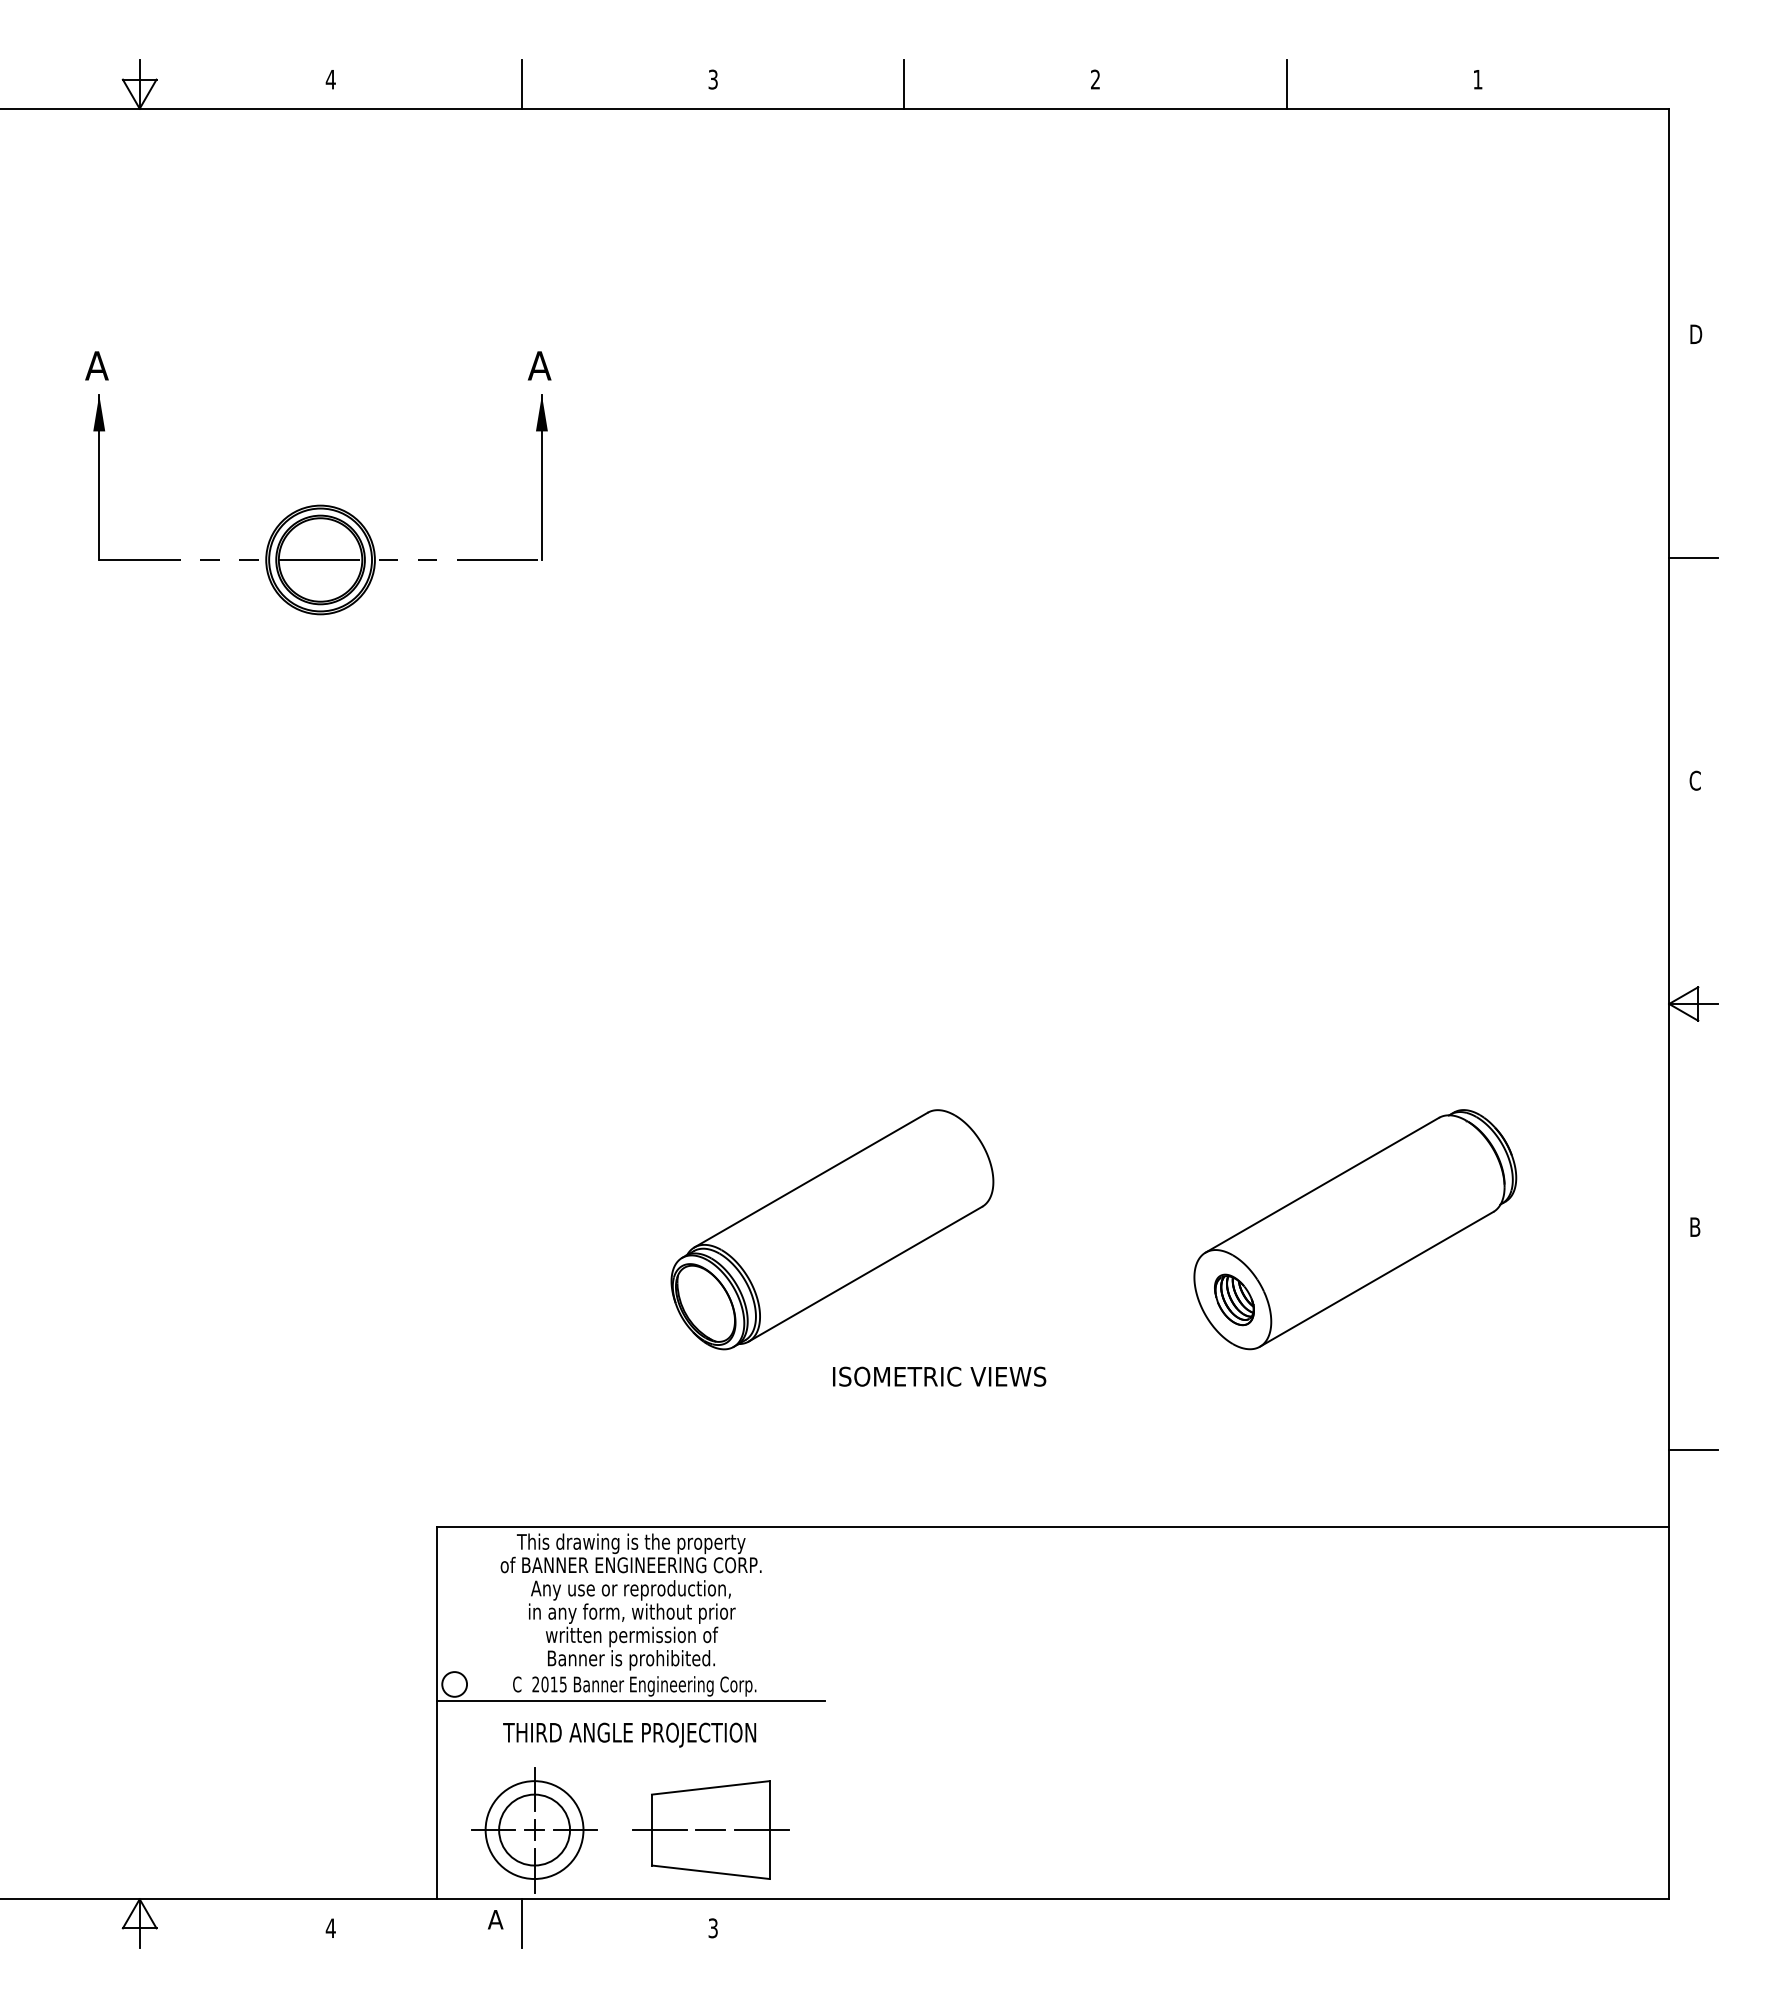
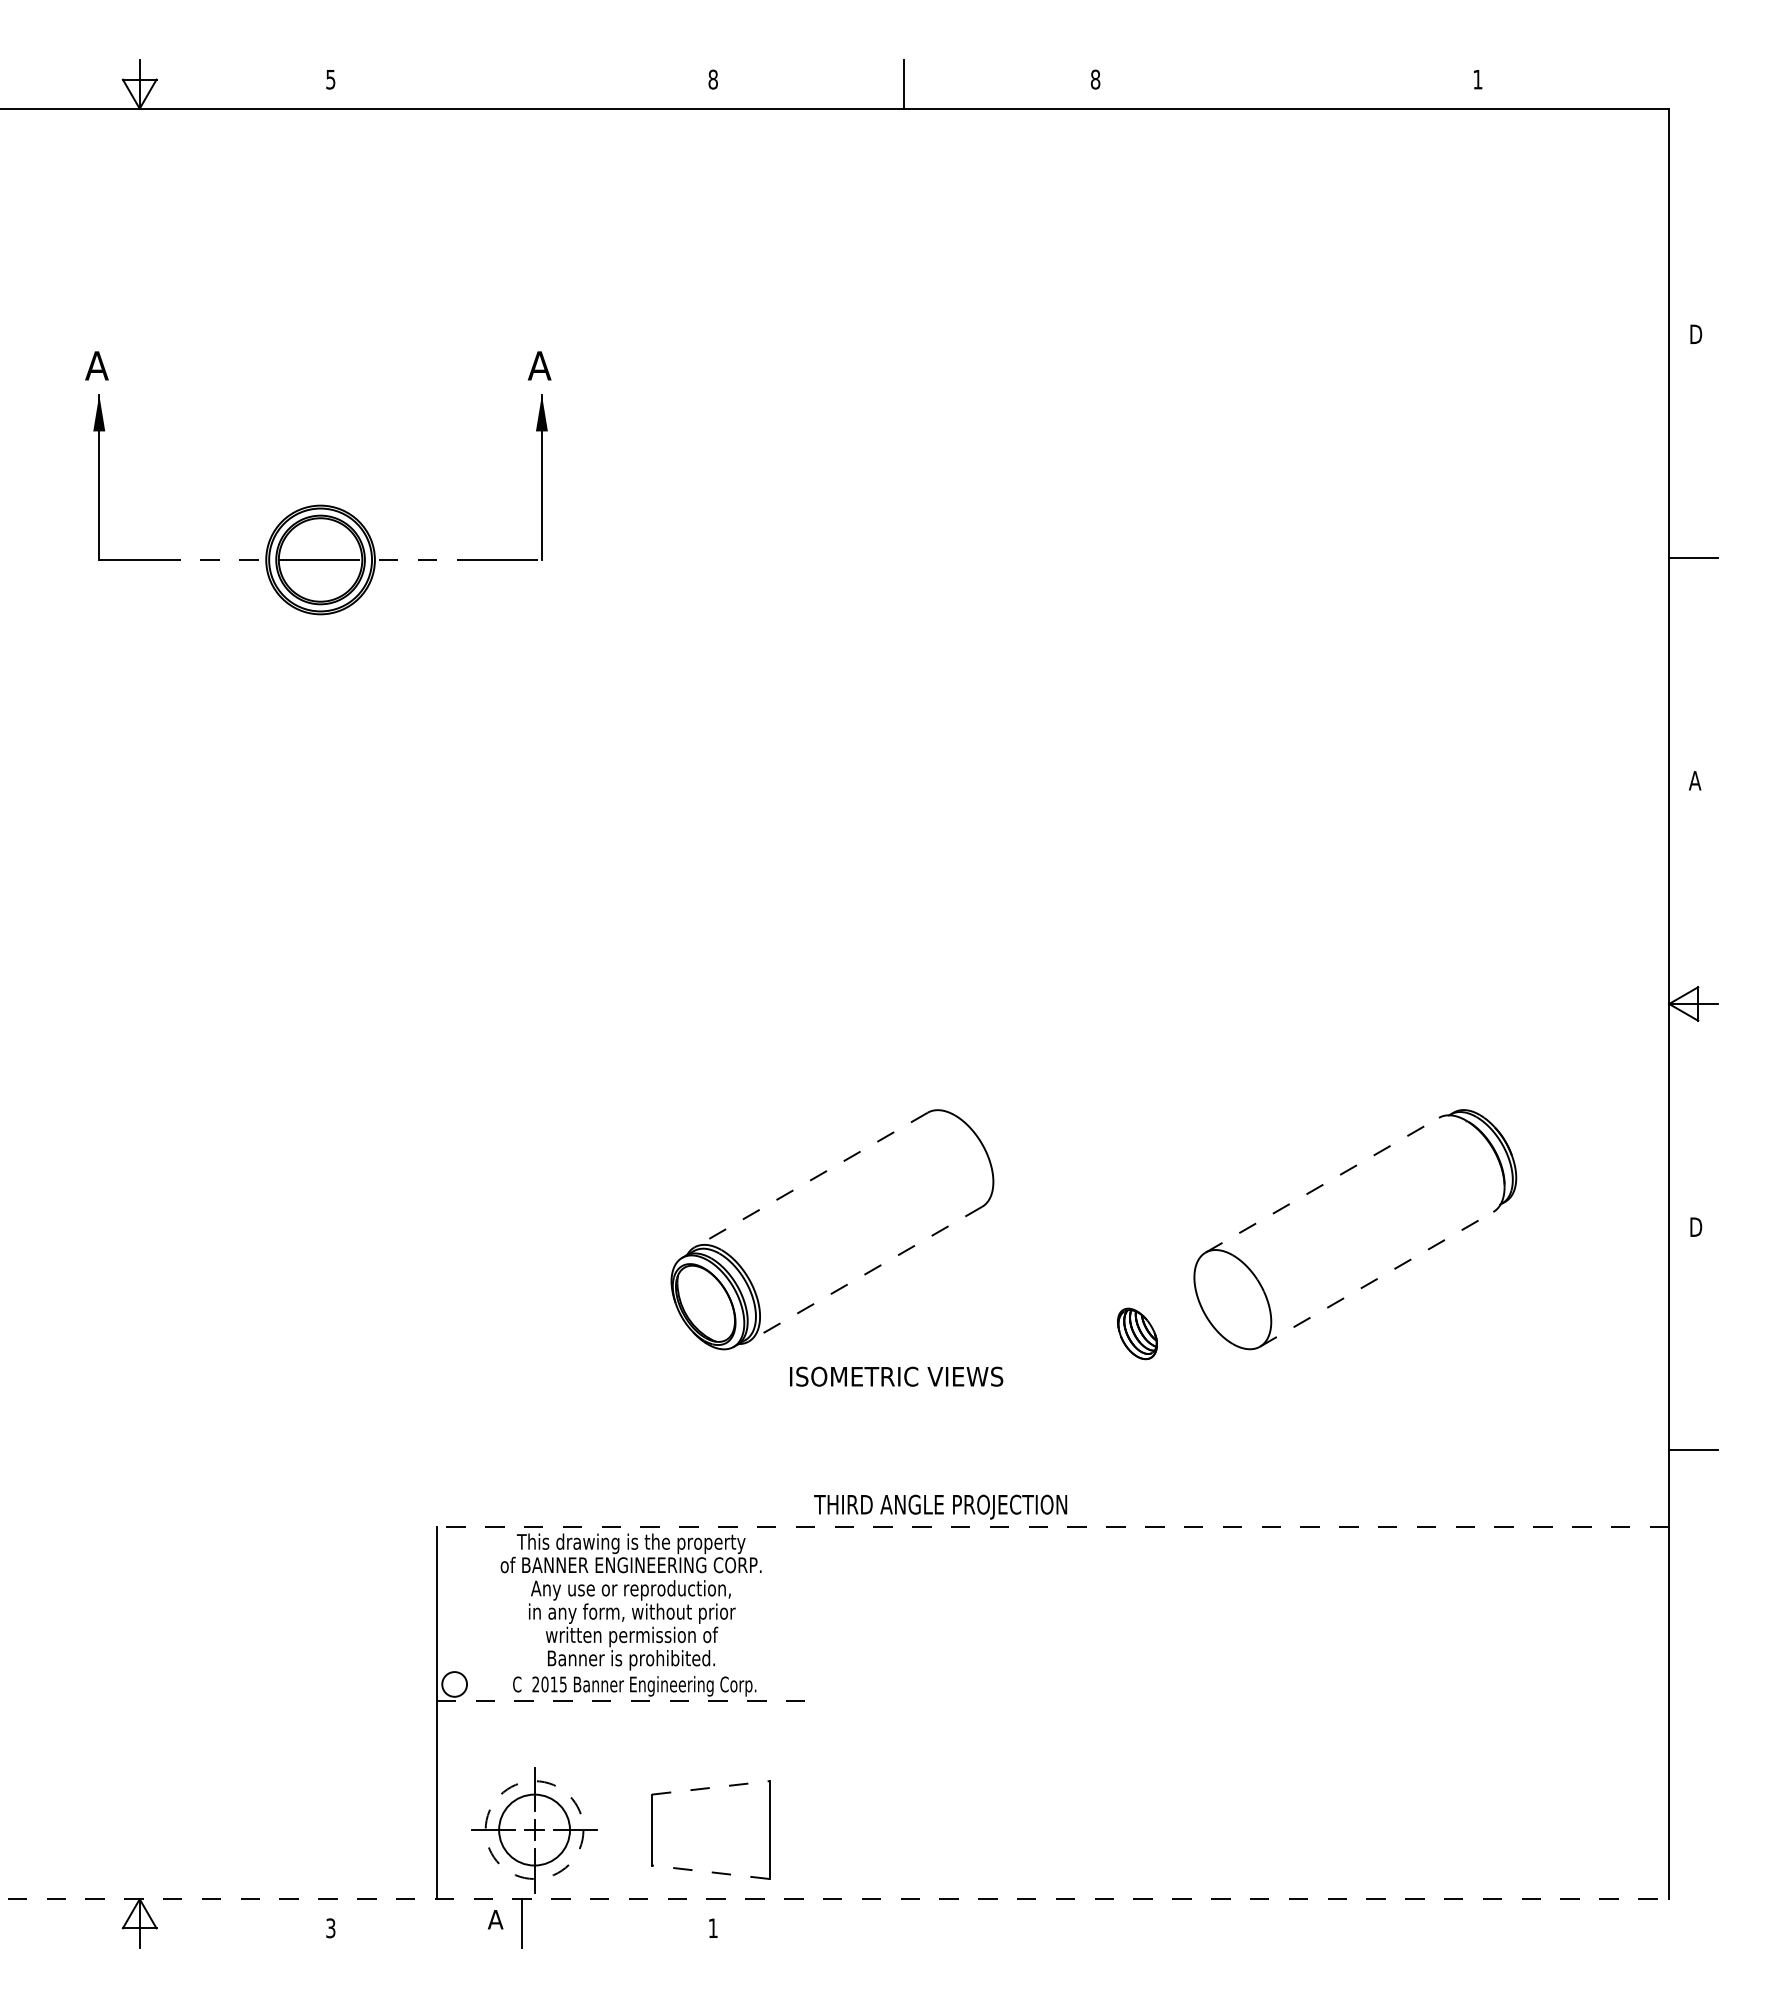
text at (330, 79): 4 -> 5
text at (712, 79): 3 -> 8
text at (1095, 79): 2 -> 8
line at (522, 84): present -> none
line at (1286, 84): present -> none
text at (1694, 780): C -> A
line at (811, 1180): solid -> dashed
line at (1322, 1185): solid -> dashed
text at (1697, 1227): B -> D
line at (865, 1274): solid -> dashed
line at (1376, 1279): solid -> dashed
part at (1234, 1299) position: (1234, 1299) -> (1137, 1333)
text at (939, 1376) position: (939, 1376) -> (896, 1376)
line at (1052, 1526): solid -> dashed
line at (631, 1701): solid -> dashed
text at (629, 1734) position: (629, 1734) -> (940, 1506)
line at (711, 1787): solid -> dashed
circle at (534, 1830): solid -> dashed
line at (659, 1830): present -> none
line at (710, 1830): present -> none
line at (762, 1830): present -> none
line at (710, 1872): solid -> dashed
line at (835, 1899): solid -> dashed
text at (330, 1928): 4 -> 3
text at (712, 1928): 3 -> 1
